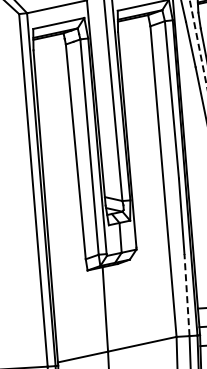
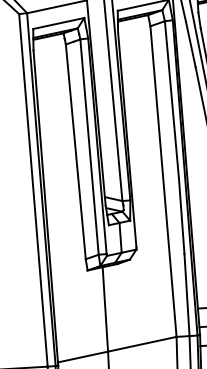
line at (198, 43): dashed -> solid
line at (186, 294): dashed -> solid
